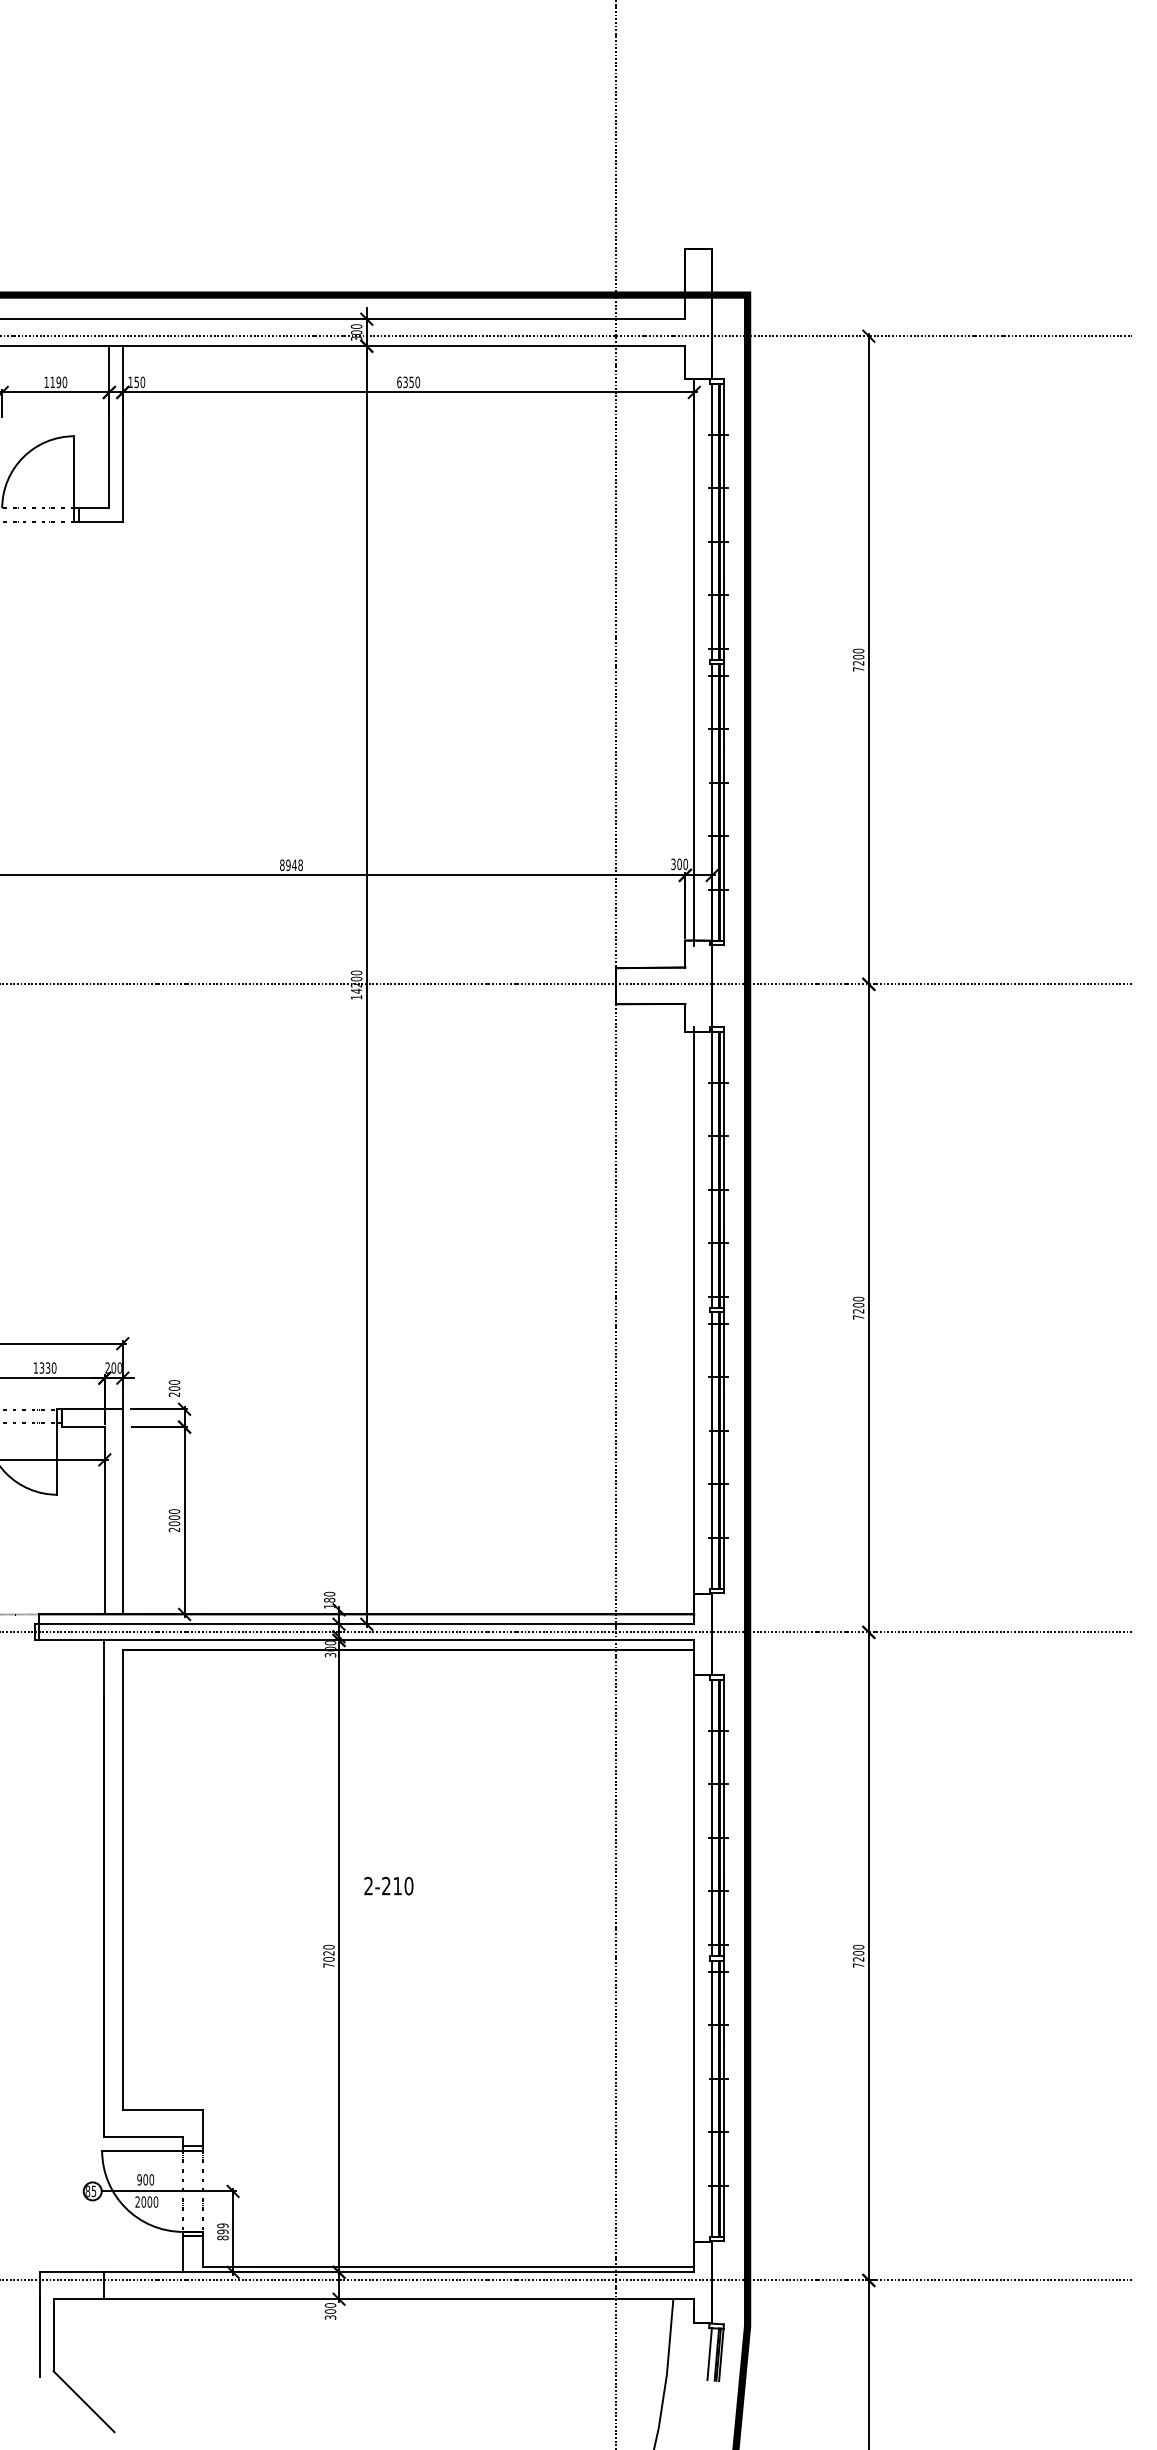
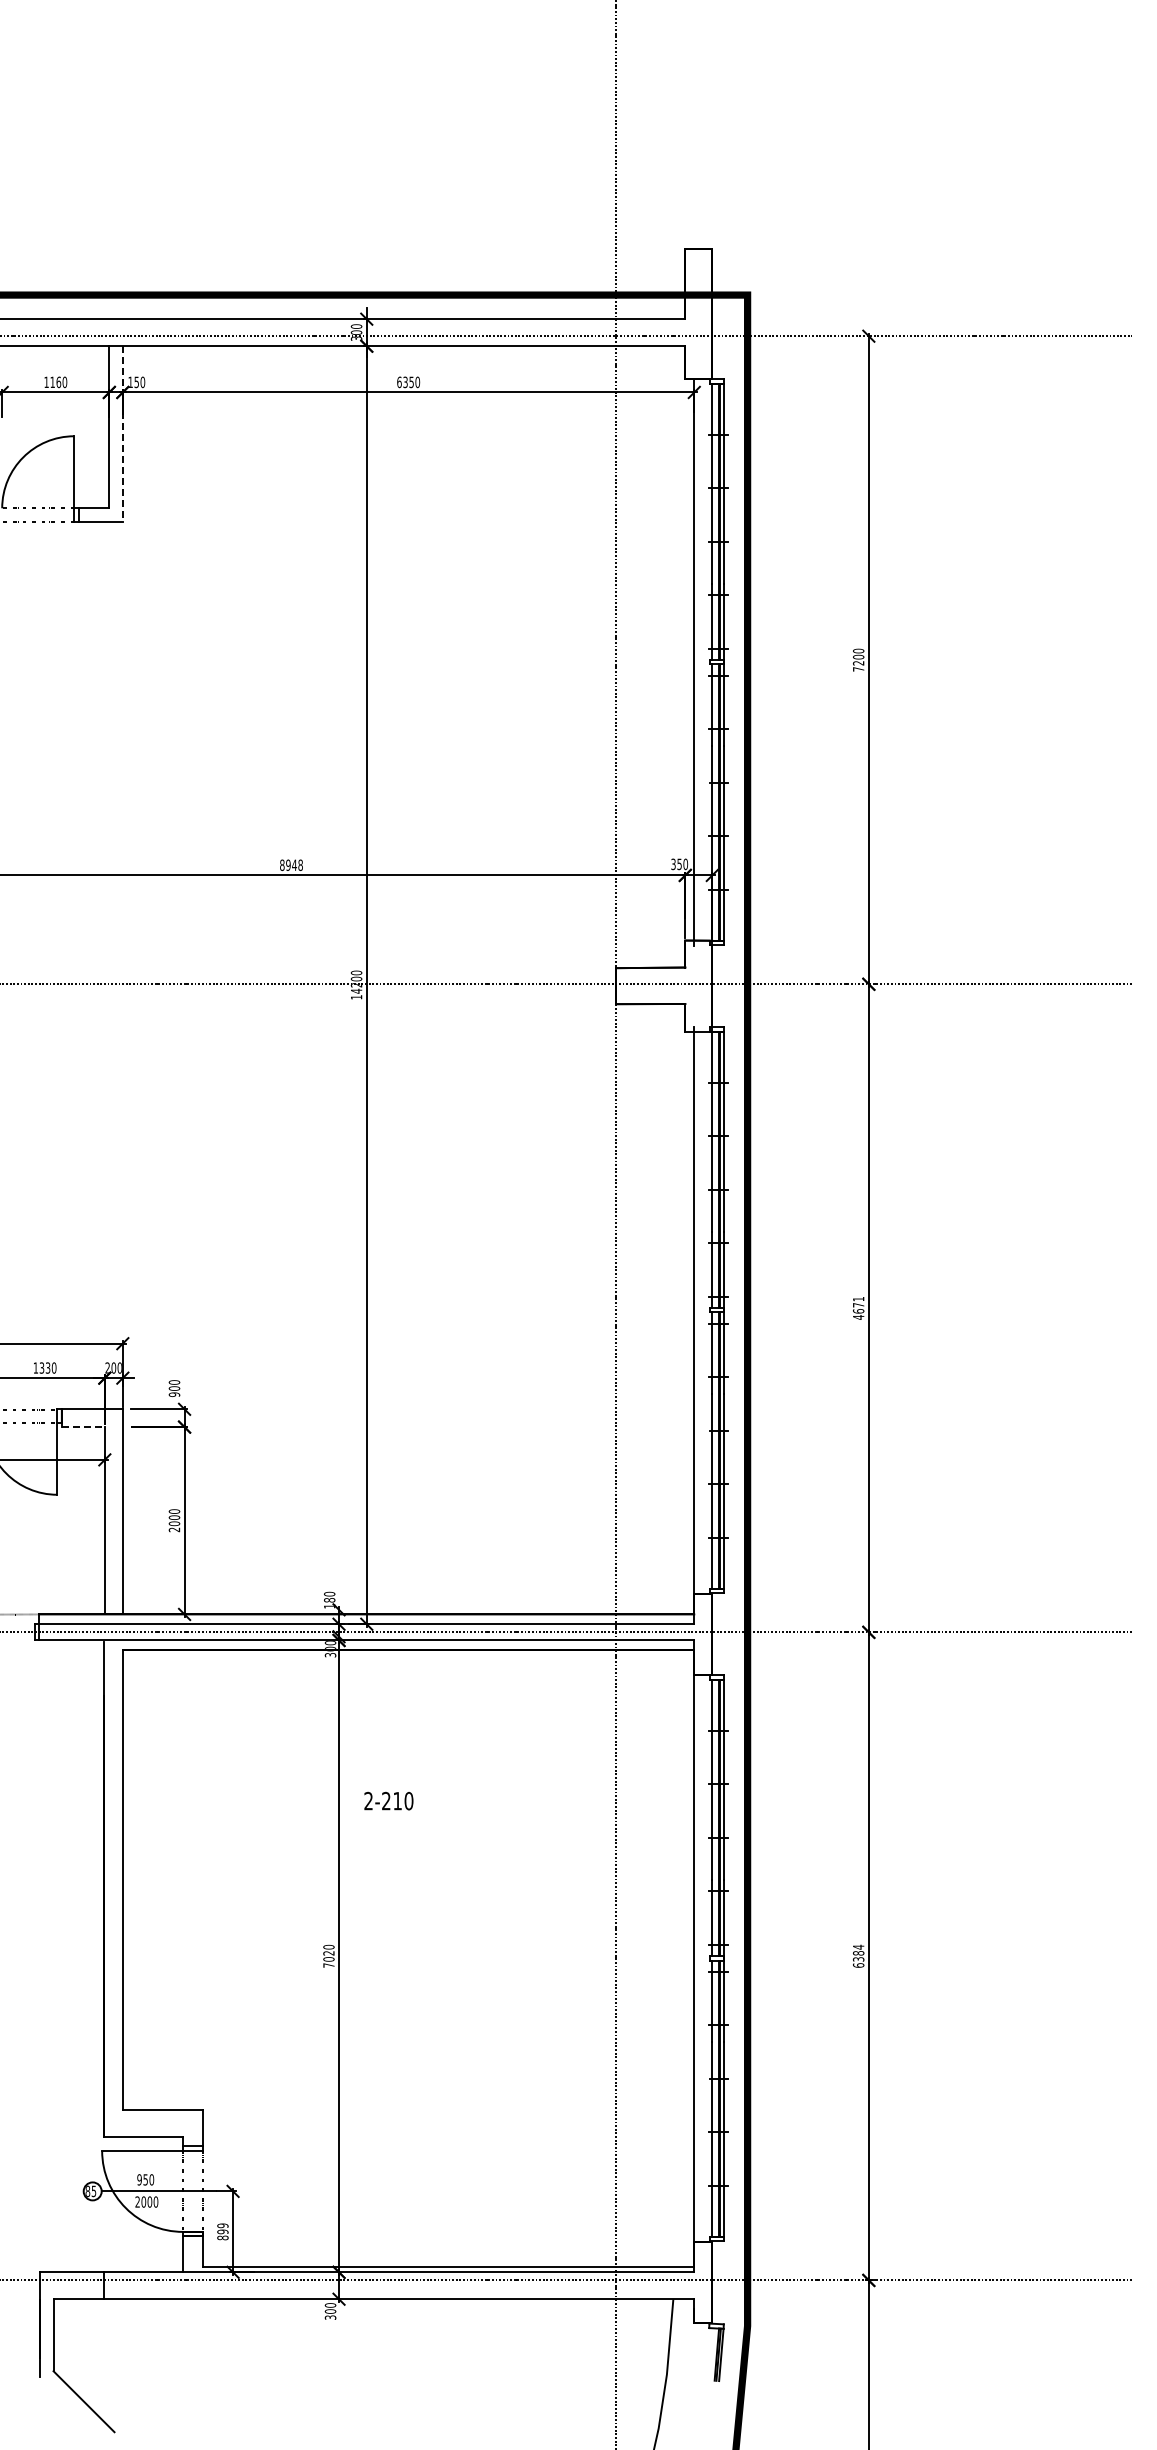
text at (58, 382): 1190 -> 1160
line at (122, 433): solid -> dashed
text at (679, 864): 300 -> 350
text at (858, 1307): 7200 -> 4671
text at (174, 1394): 200 -> 900
line at (83, 1427): solid -> dashed
text at (388, 1885) position: (388, 1885) -> (388, 1800)
text at (858, 1955): 7200 -> 6384
text at (145, 2179): 900 -> 950
line at (709, 2353): present -> none
